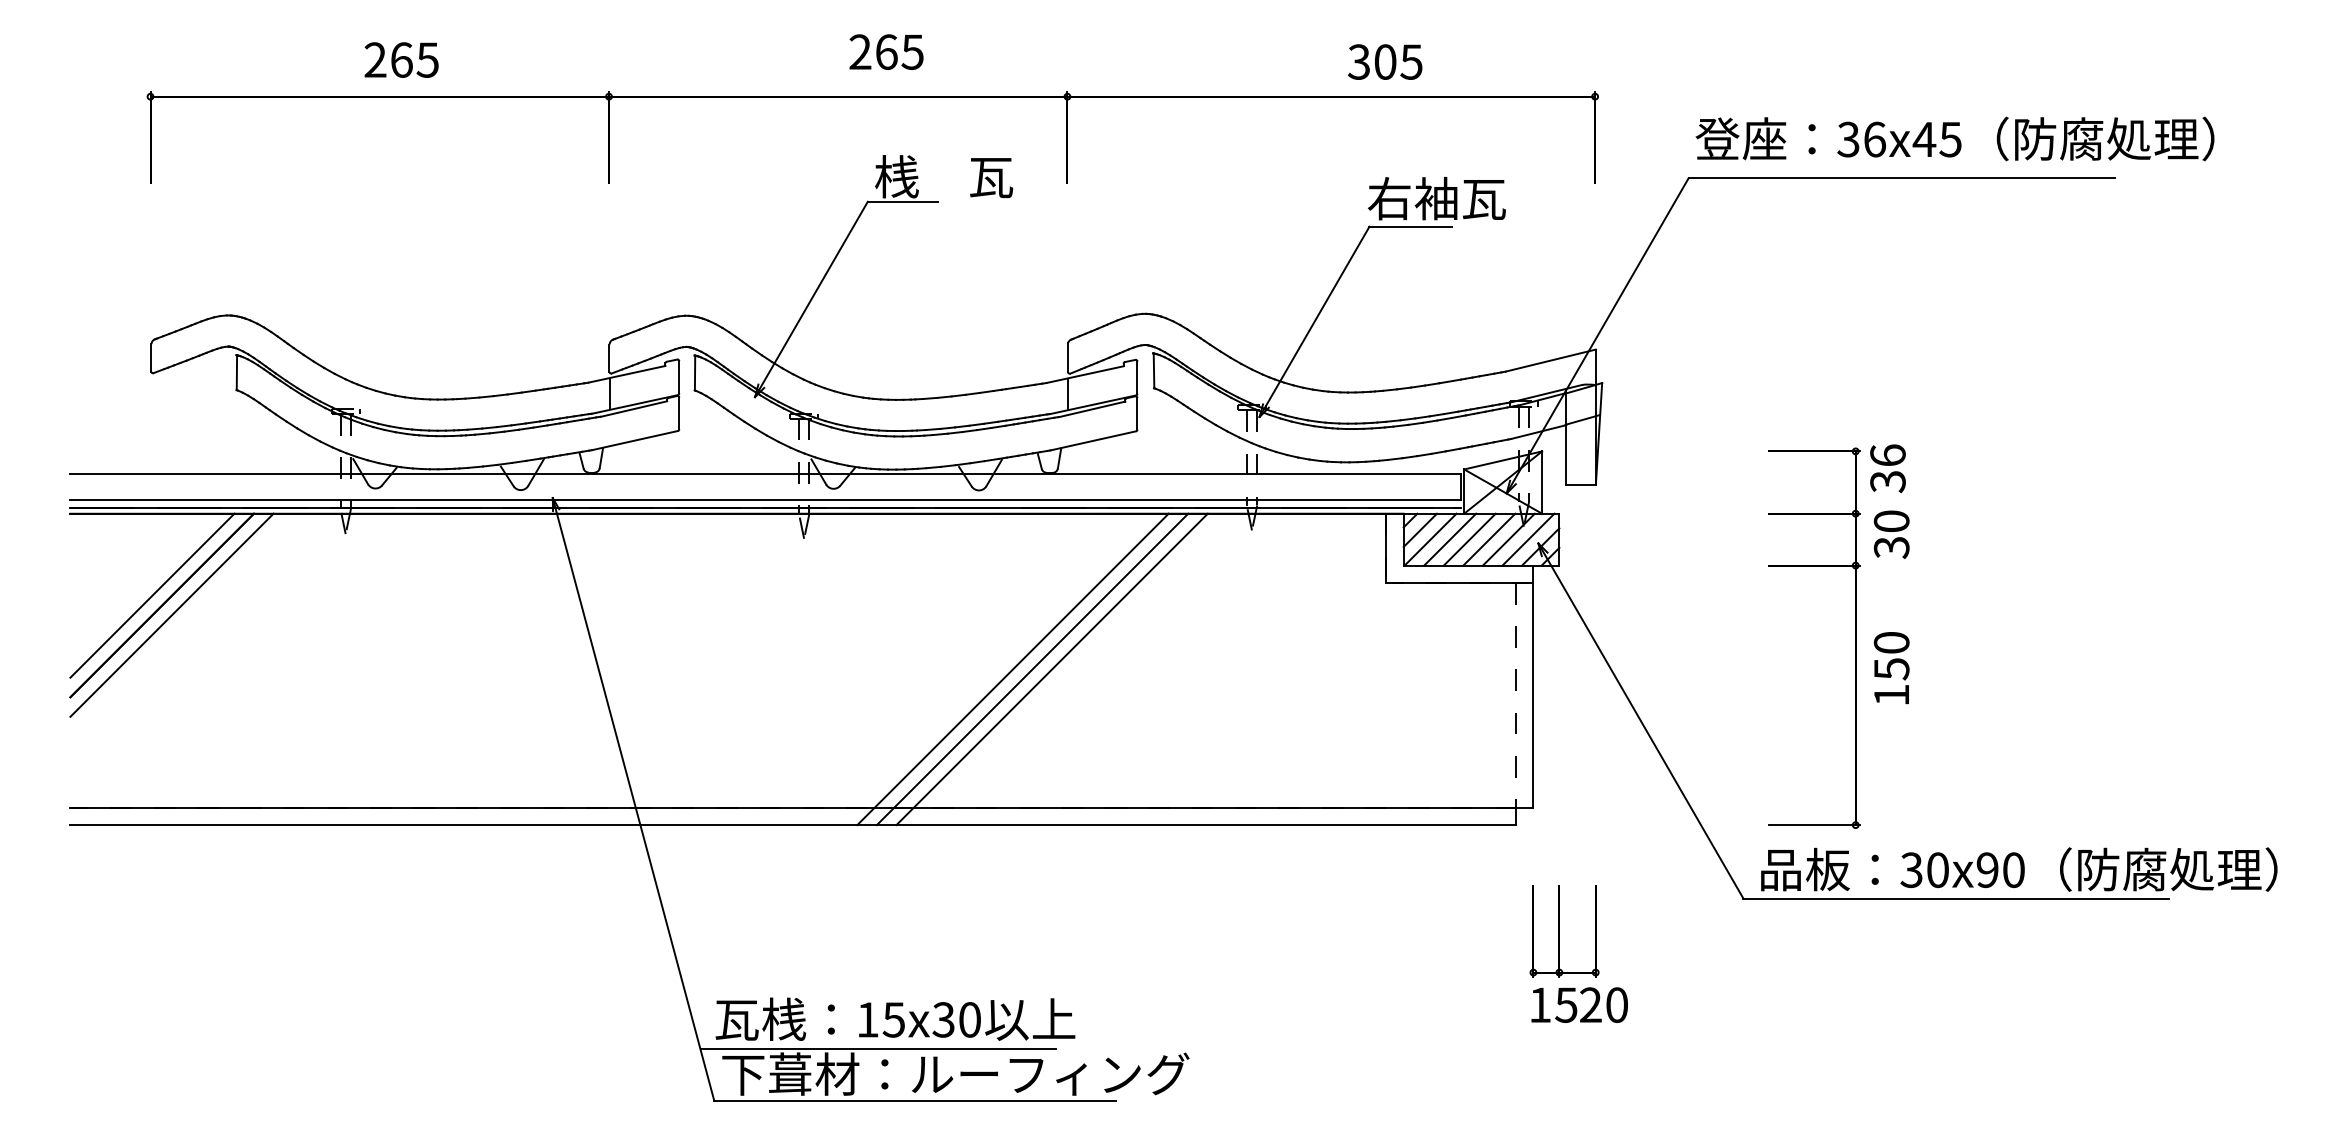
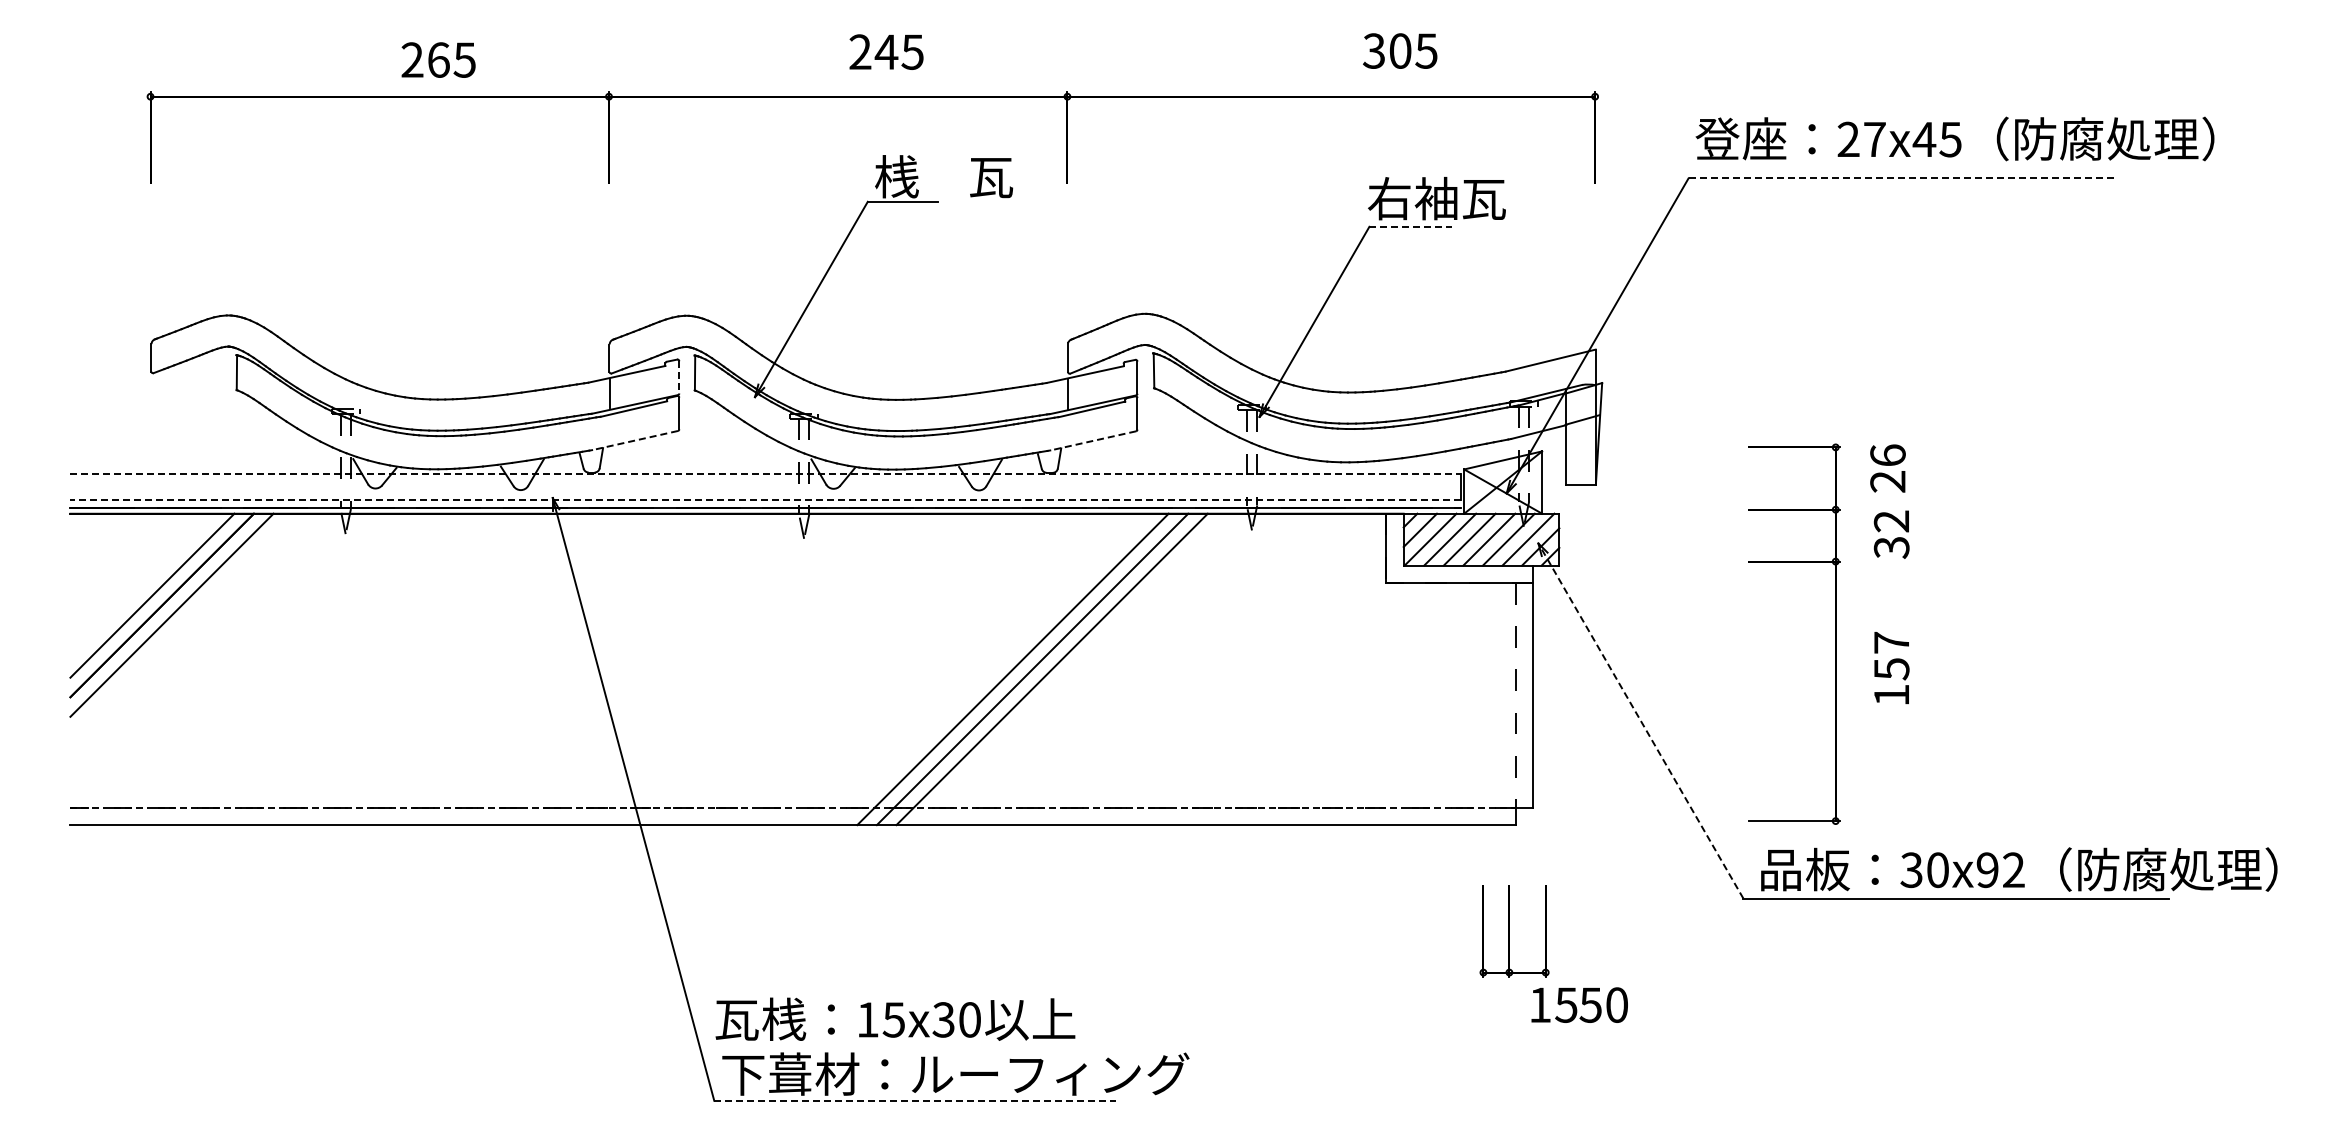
text at (886, 51): 265 -> 245
text at (401, 59) position: (401, 59) -> (438, 59)
text at (1385, 61) position: (1385, 61) -> (1400, 50)
text at (1861, 139): 36x45 -> 27x45
line at (1902, 178): solid -> dashed
line at (1410, 226): solid -> dashed
line at (679, 377): solid -> dashed
line at (635, 440): solid -> dashed
line at (1093, 440): solid -> dashed
line at (766, 473): solid -> dashed
text at (1887, 482): 36 -> 26
line at (765, 499): solid -> dashed
text at (1891, 521): 30 -> 32
part at (1855, 637) position: (1855, 637) -> (1835, 633)
text at (1891, 642): 150 -> 157
line at (1640, 720): solid -> dashed
line at (793, 807): solid -> dashed
text at (2013, 870): 30x90 -> 30x92
part at (1564, 931) position: (1564, 931) -> (1514, 931)
text at (1590, 1004): 20 -> 50
line at (878, 1049): present -> none
line at (915, 1100): solid -> dashed
